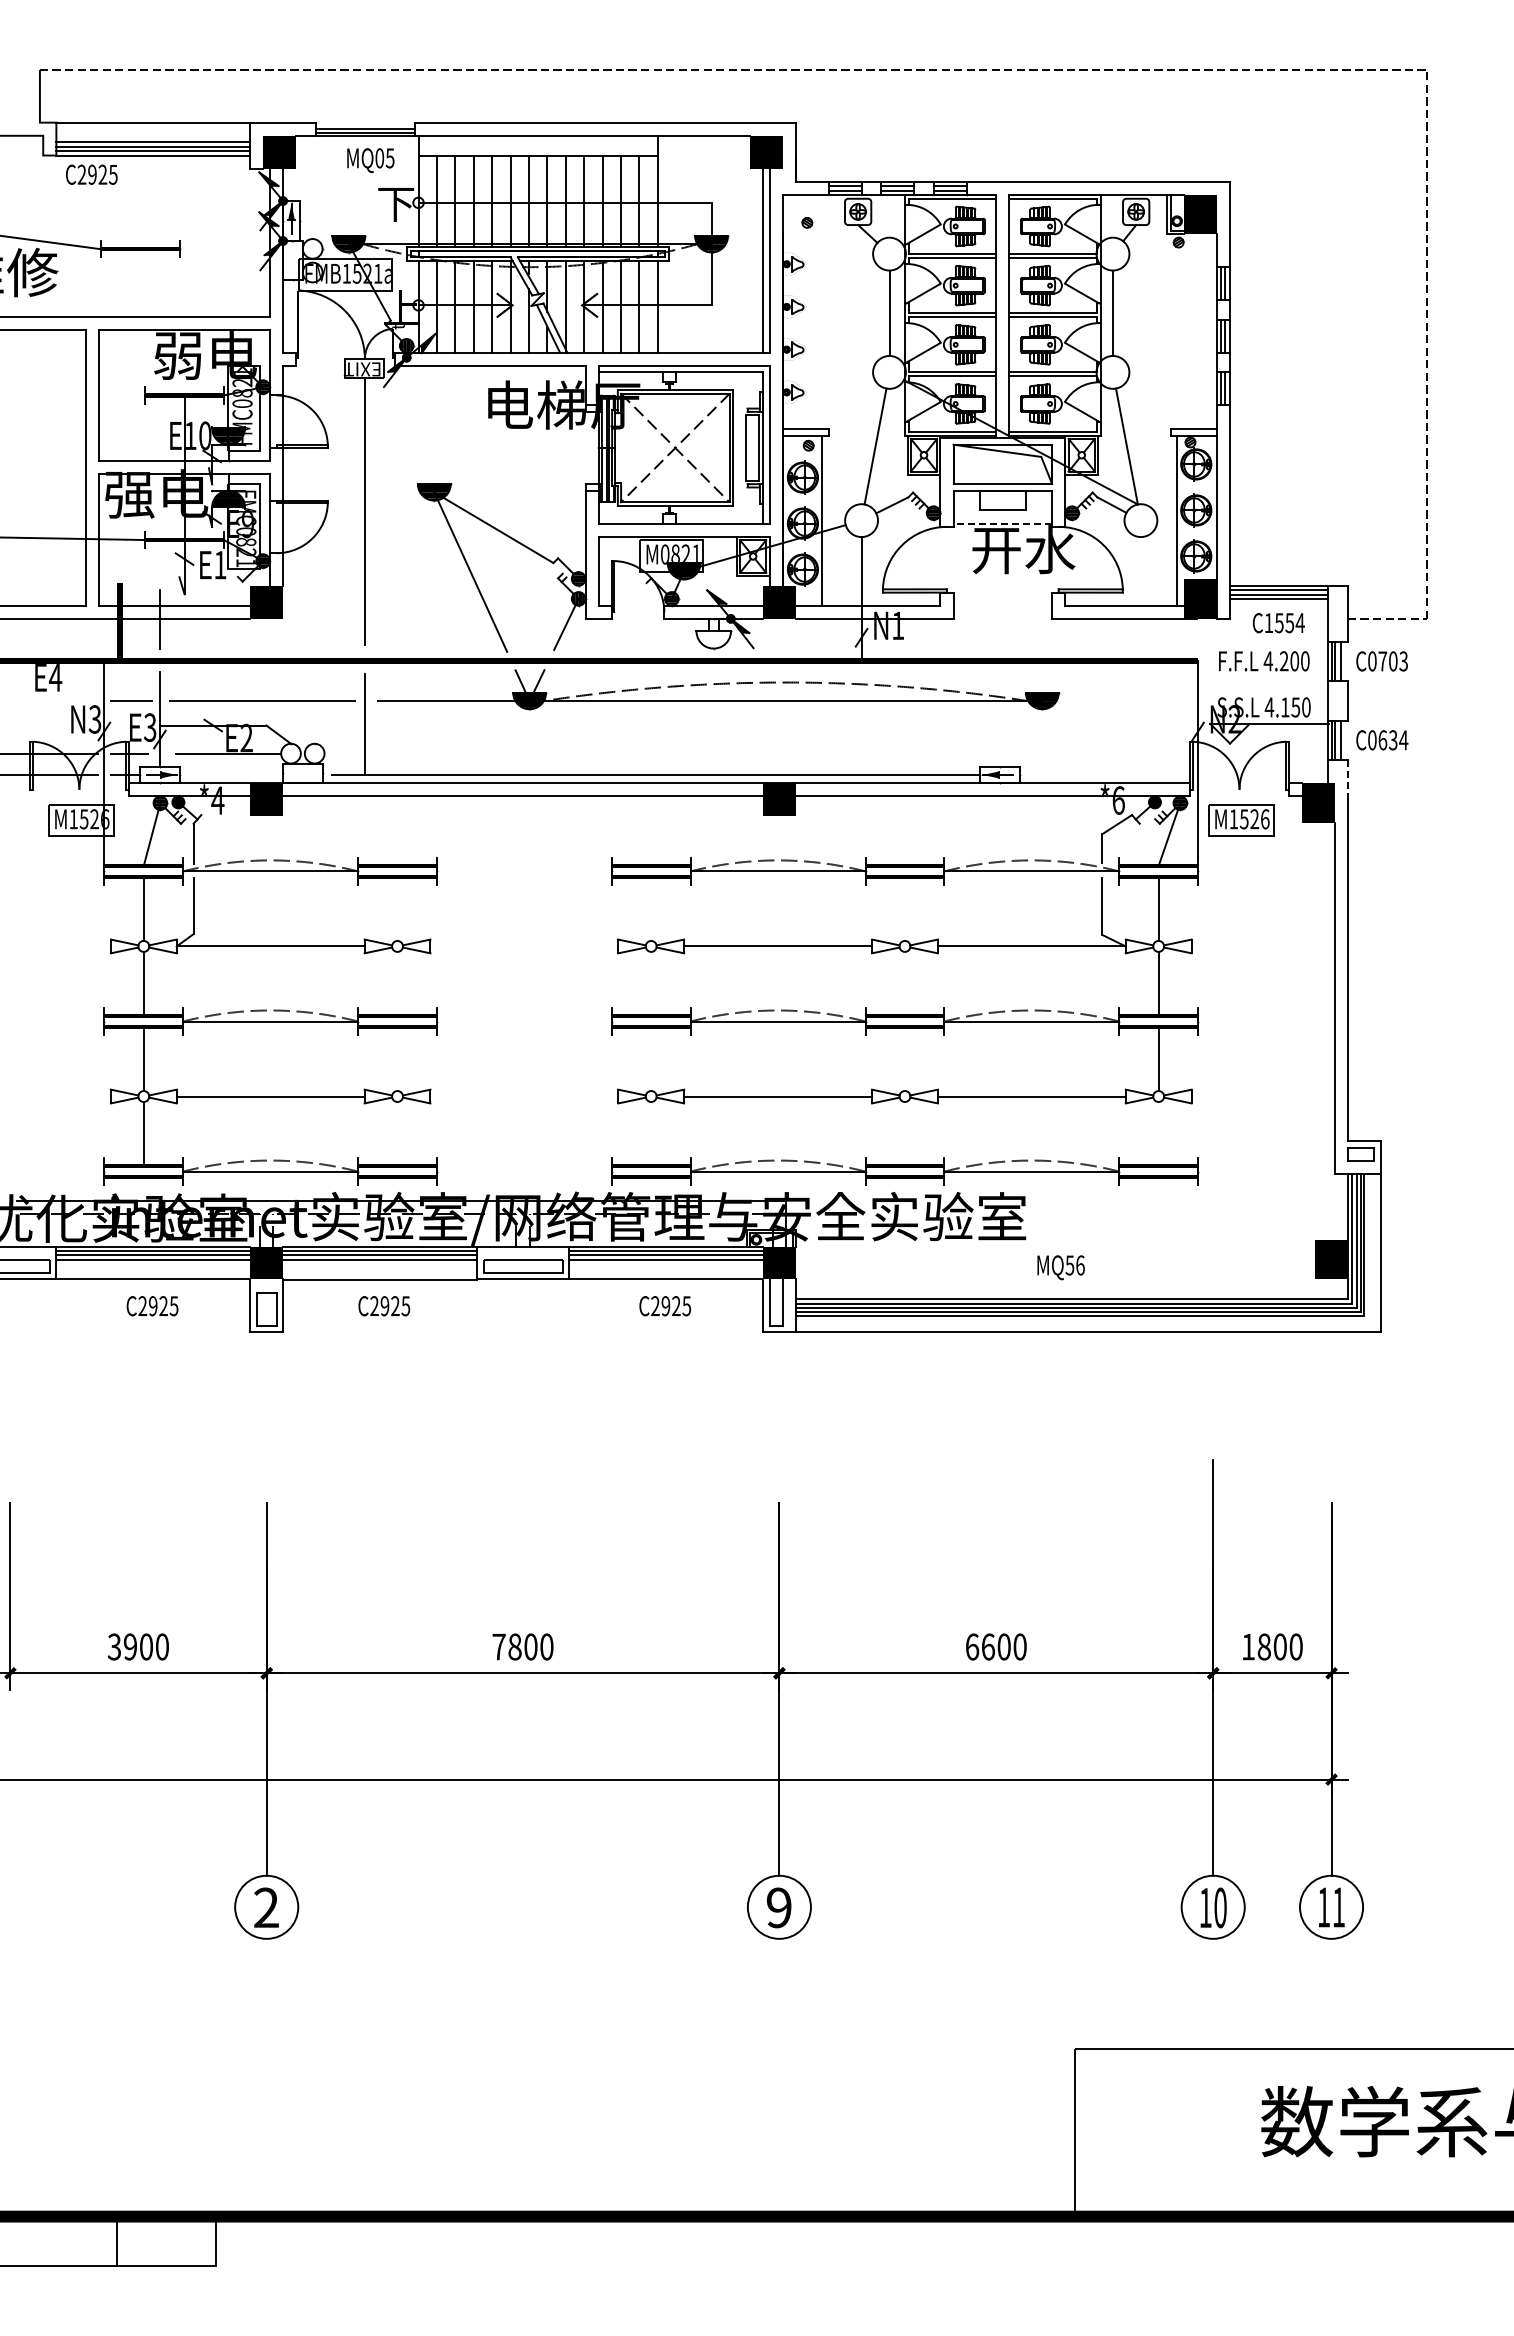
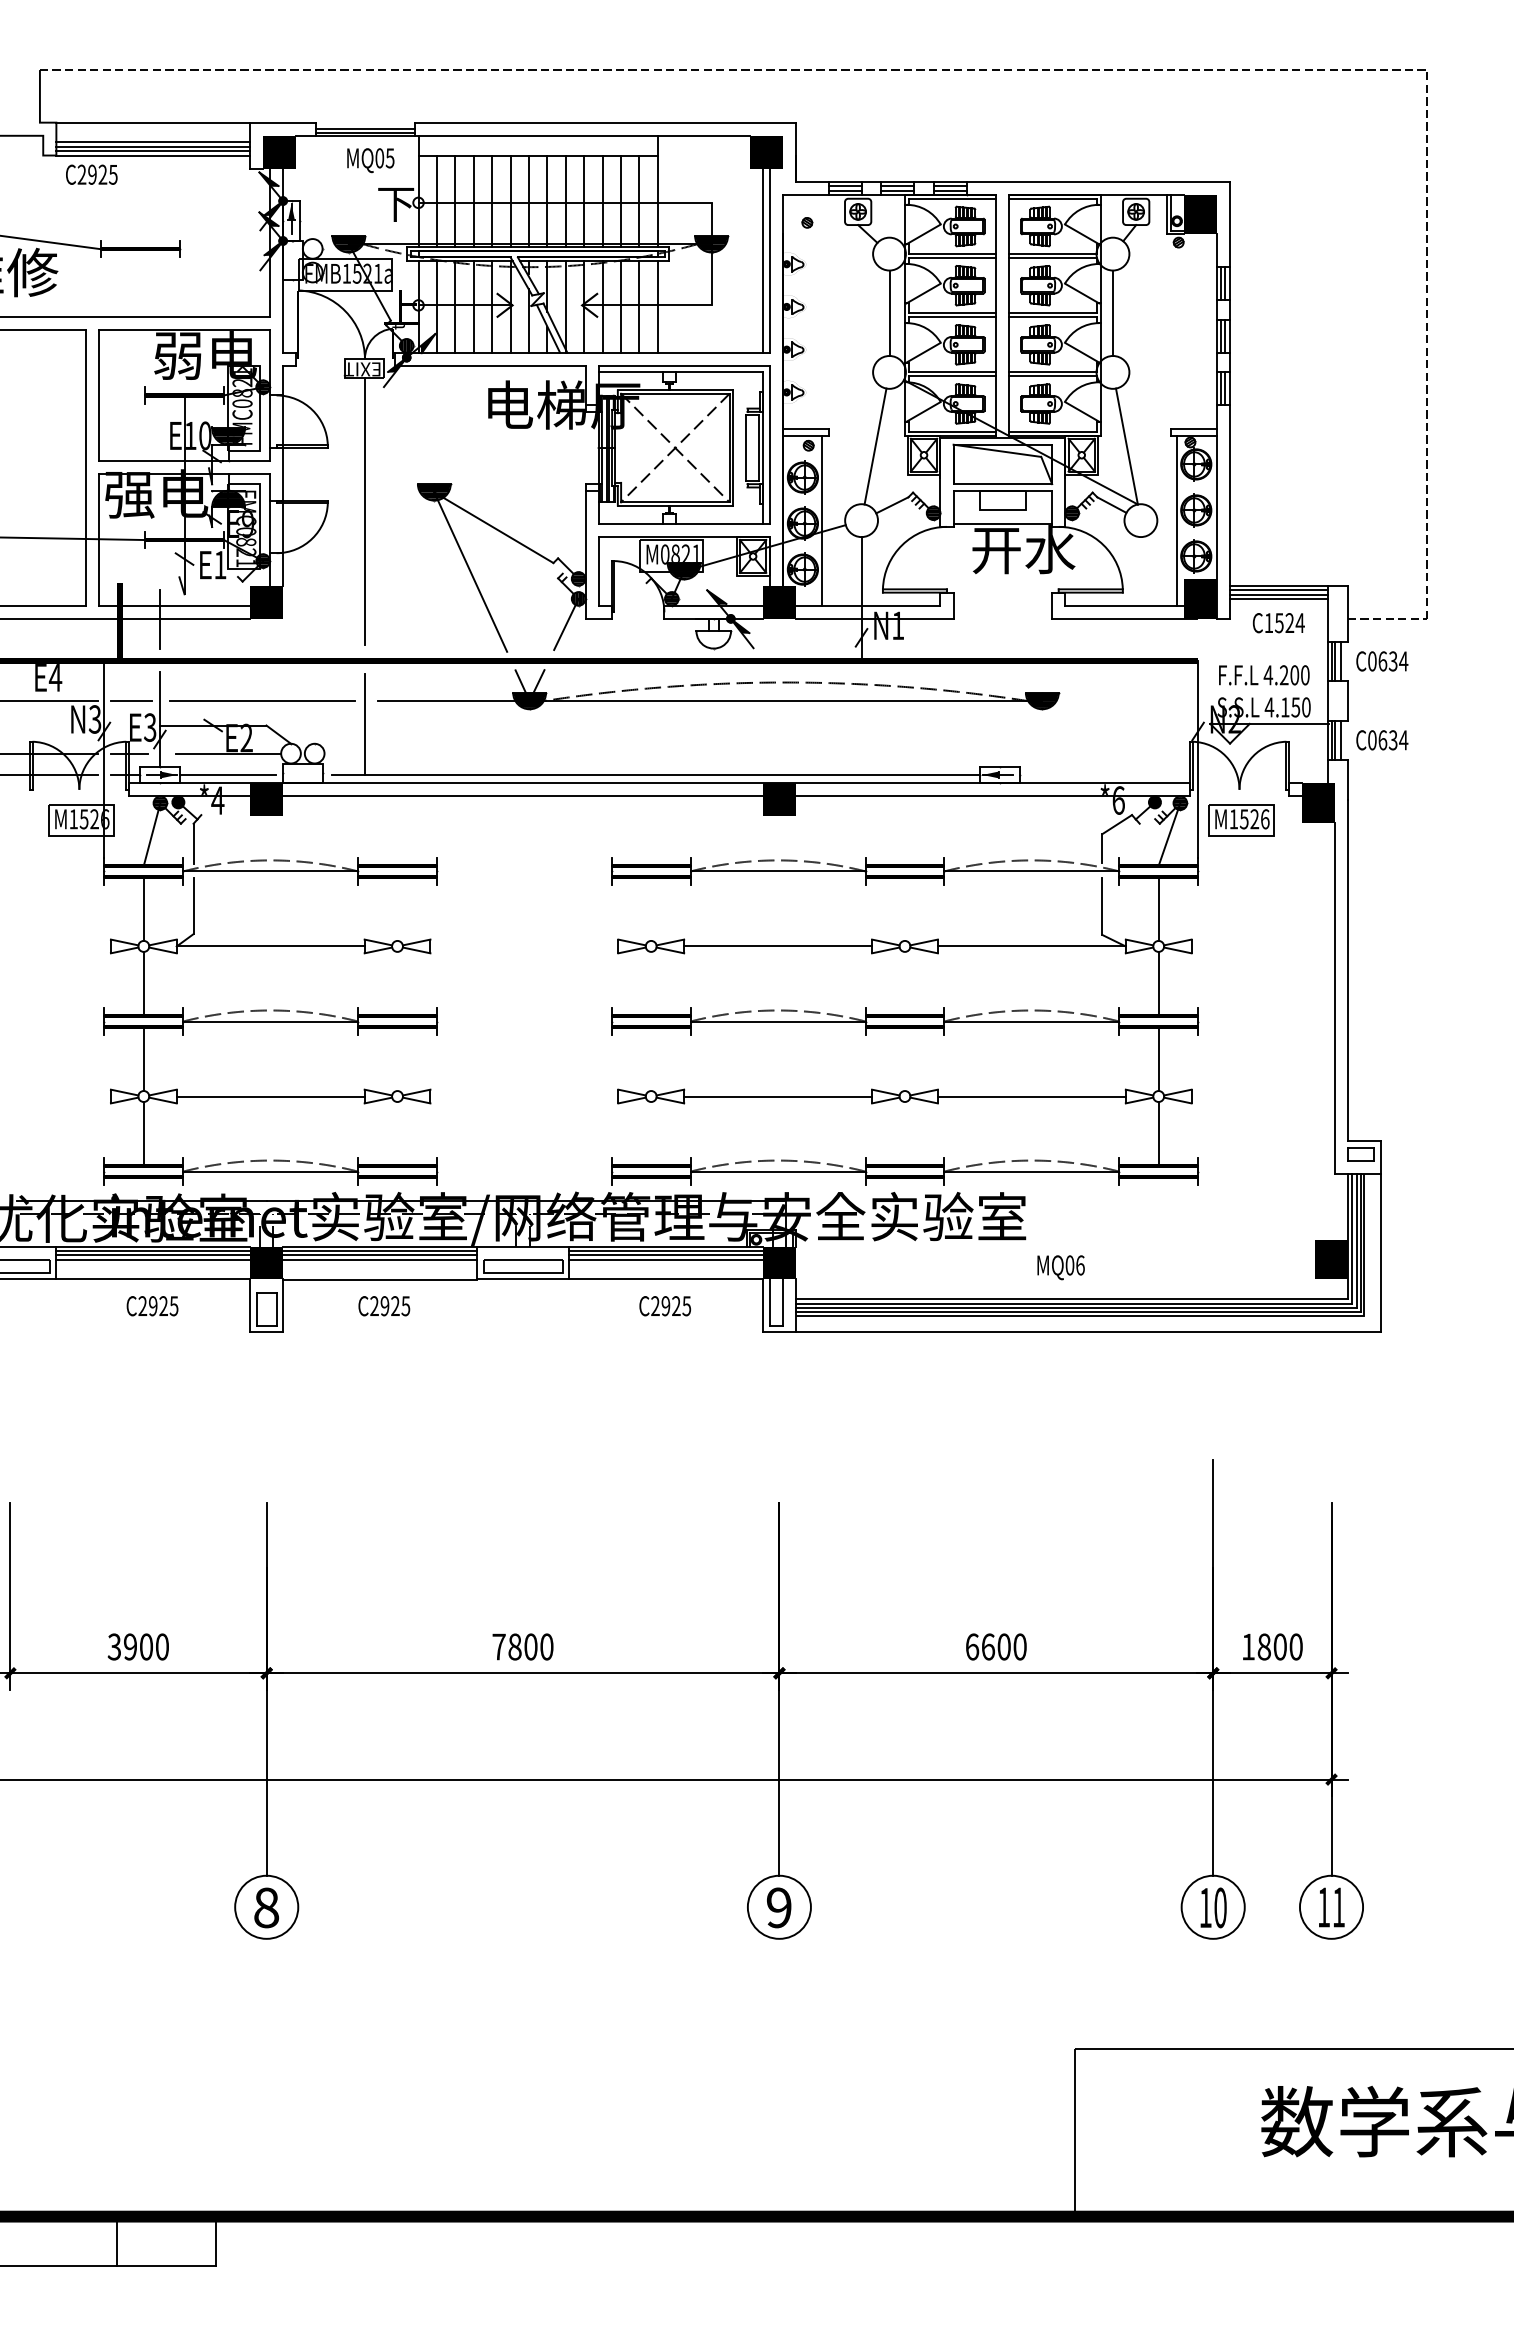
line at (1002, 523): dashed -> solid
text at (1289, 623): C1554 -> C1524
text at (1264, 661) position: (1264, 661) -> (1264, 675)
text at (1393, 661): C0703 -> C0634
line at (49, 701): none -> present
line at (227, 774): none -> present
line at (1347, 779): dashed -> solid
line at (1158, 1134): none -> present
text at (1069, 1265): MQ56 -> MQ06
text at (266, 1907): 2 -> 8
